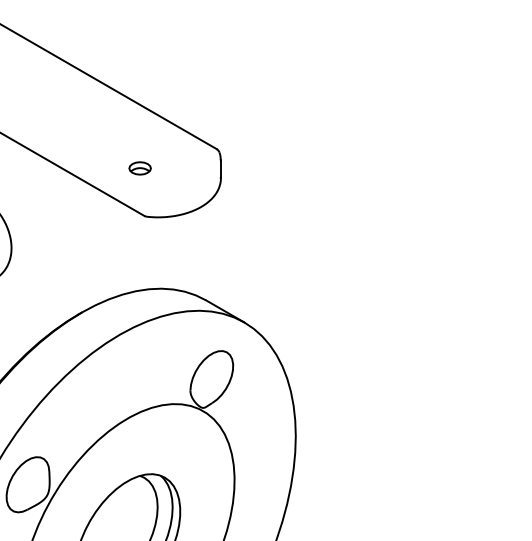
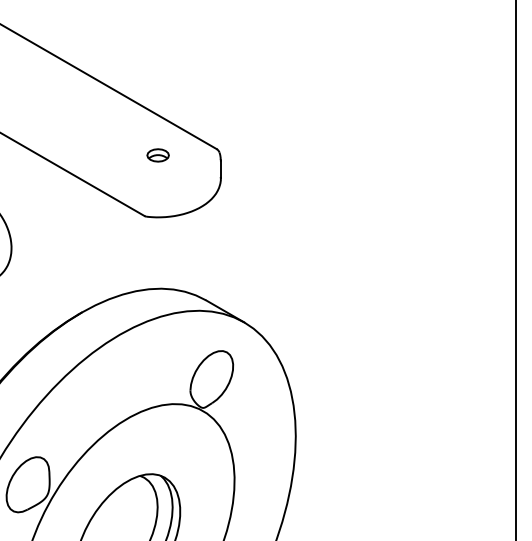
part at (139, 168) position: (139, 168) -> (157, 155)
line at (516, 269): none -> present
